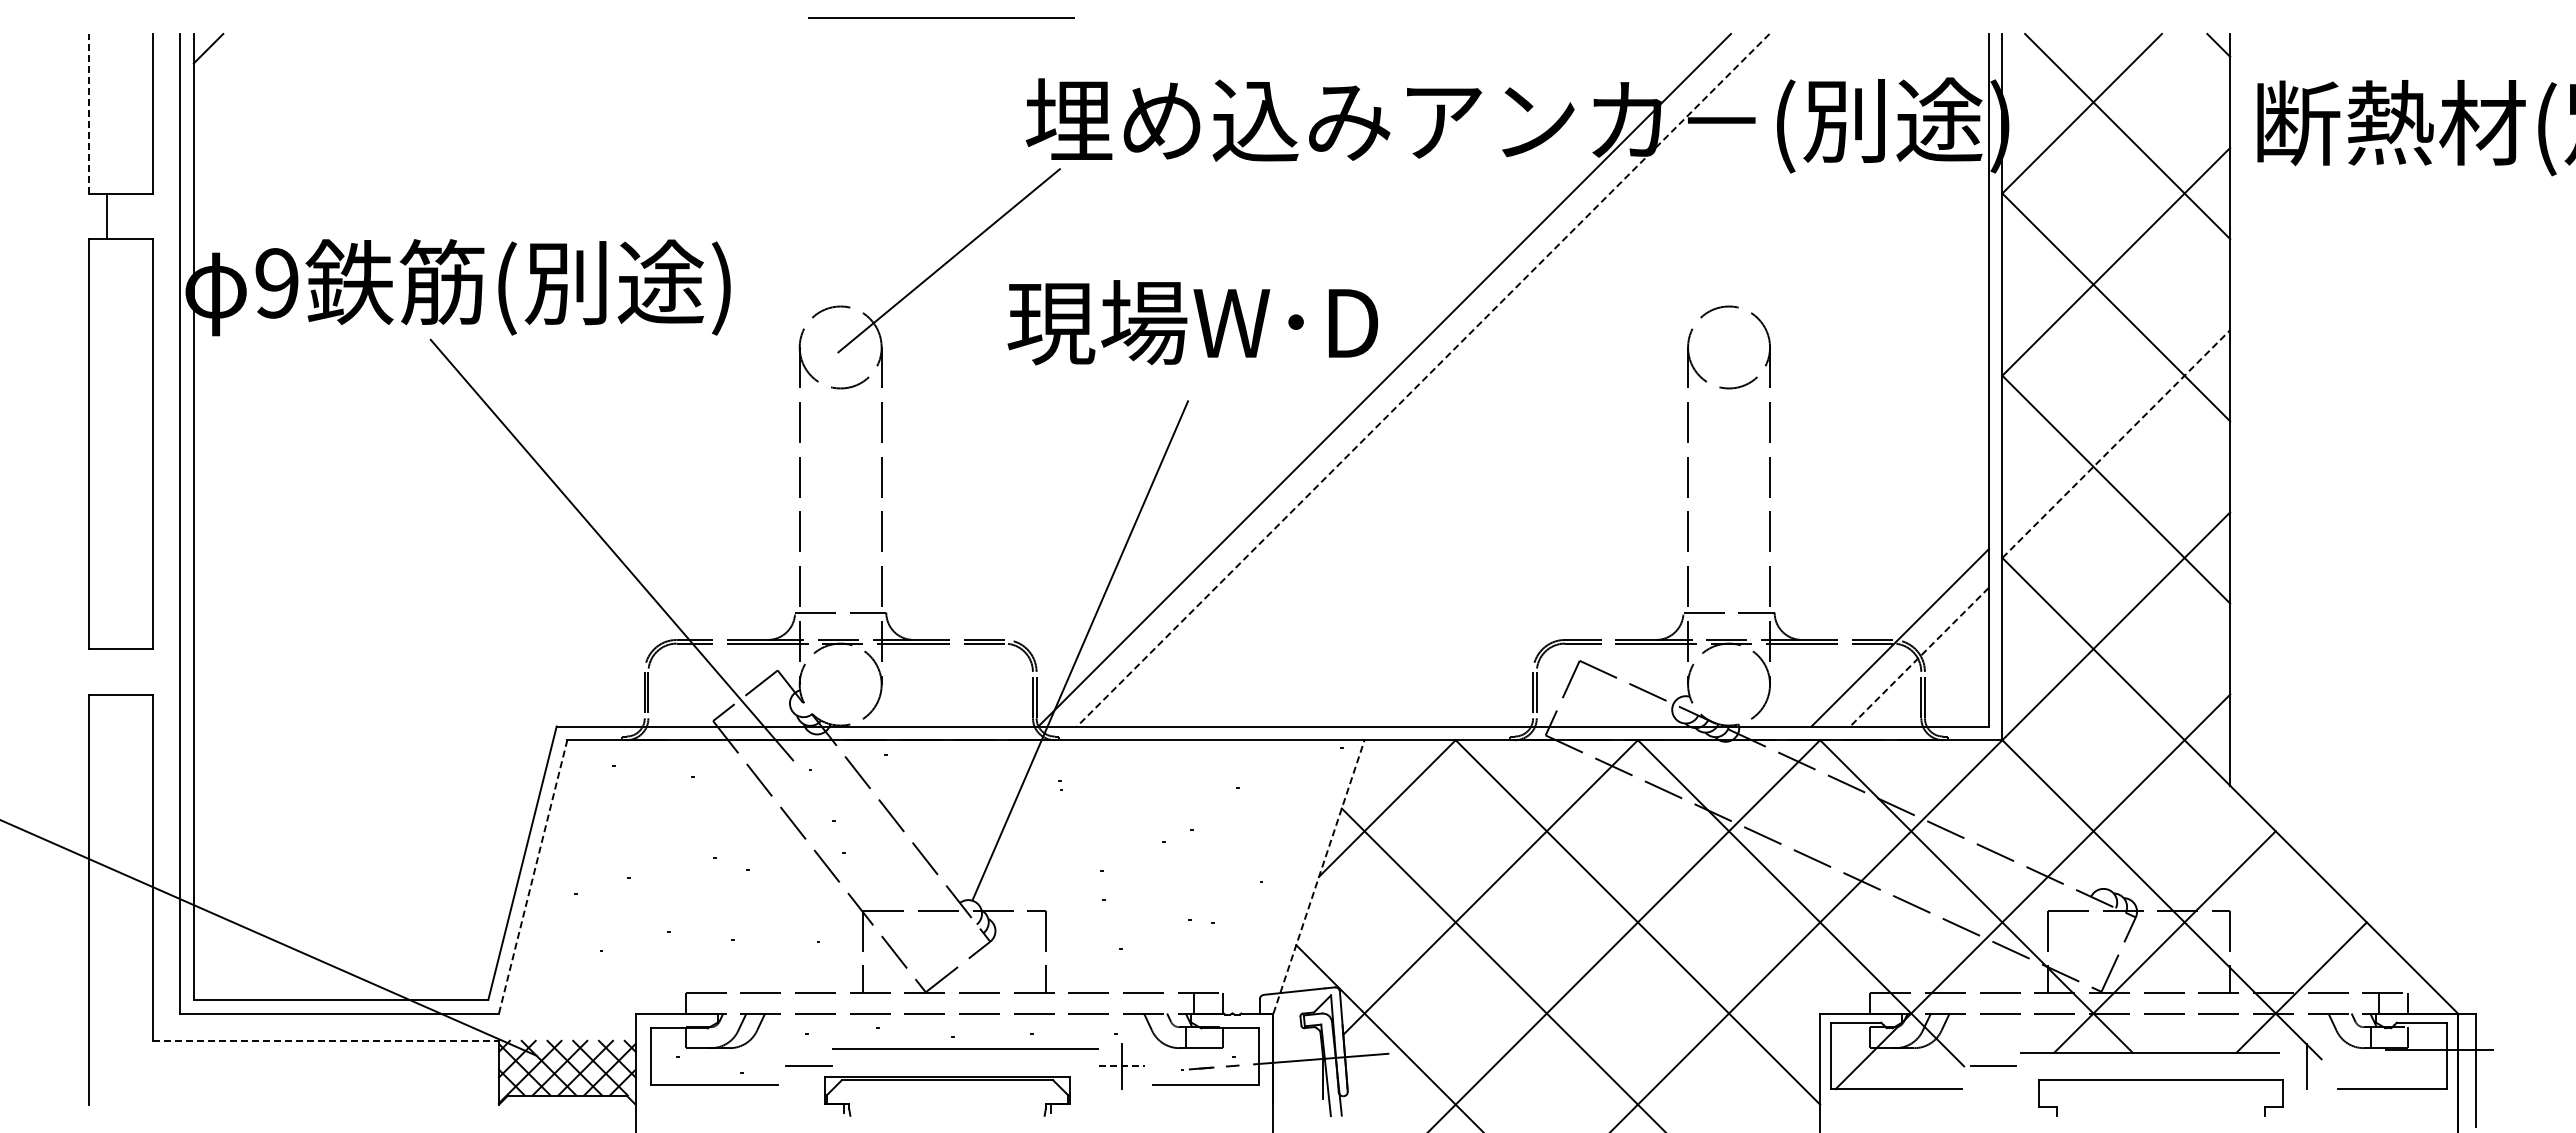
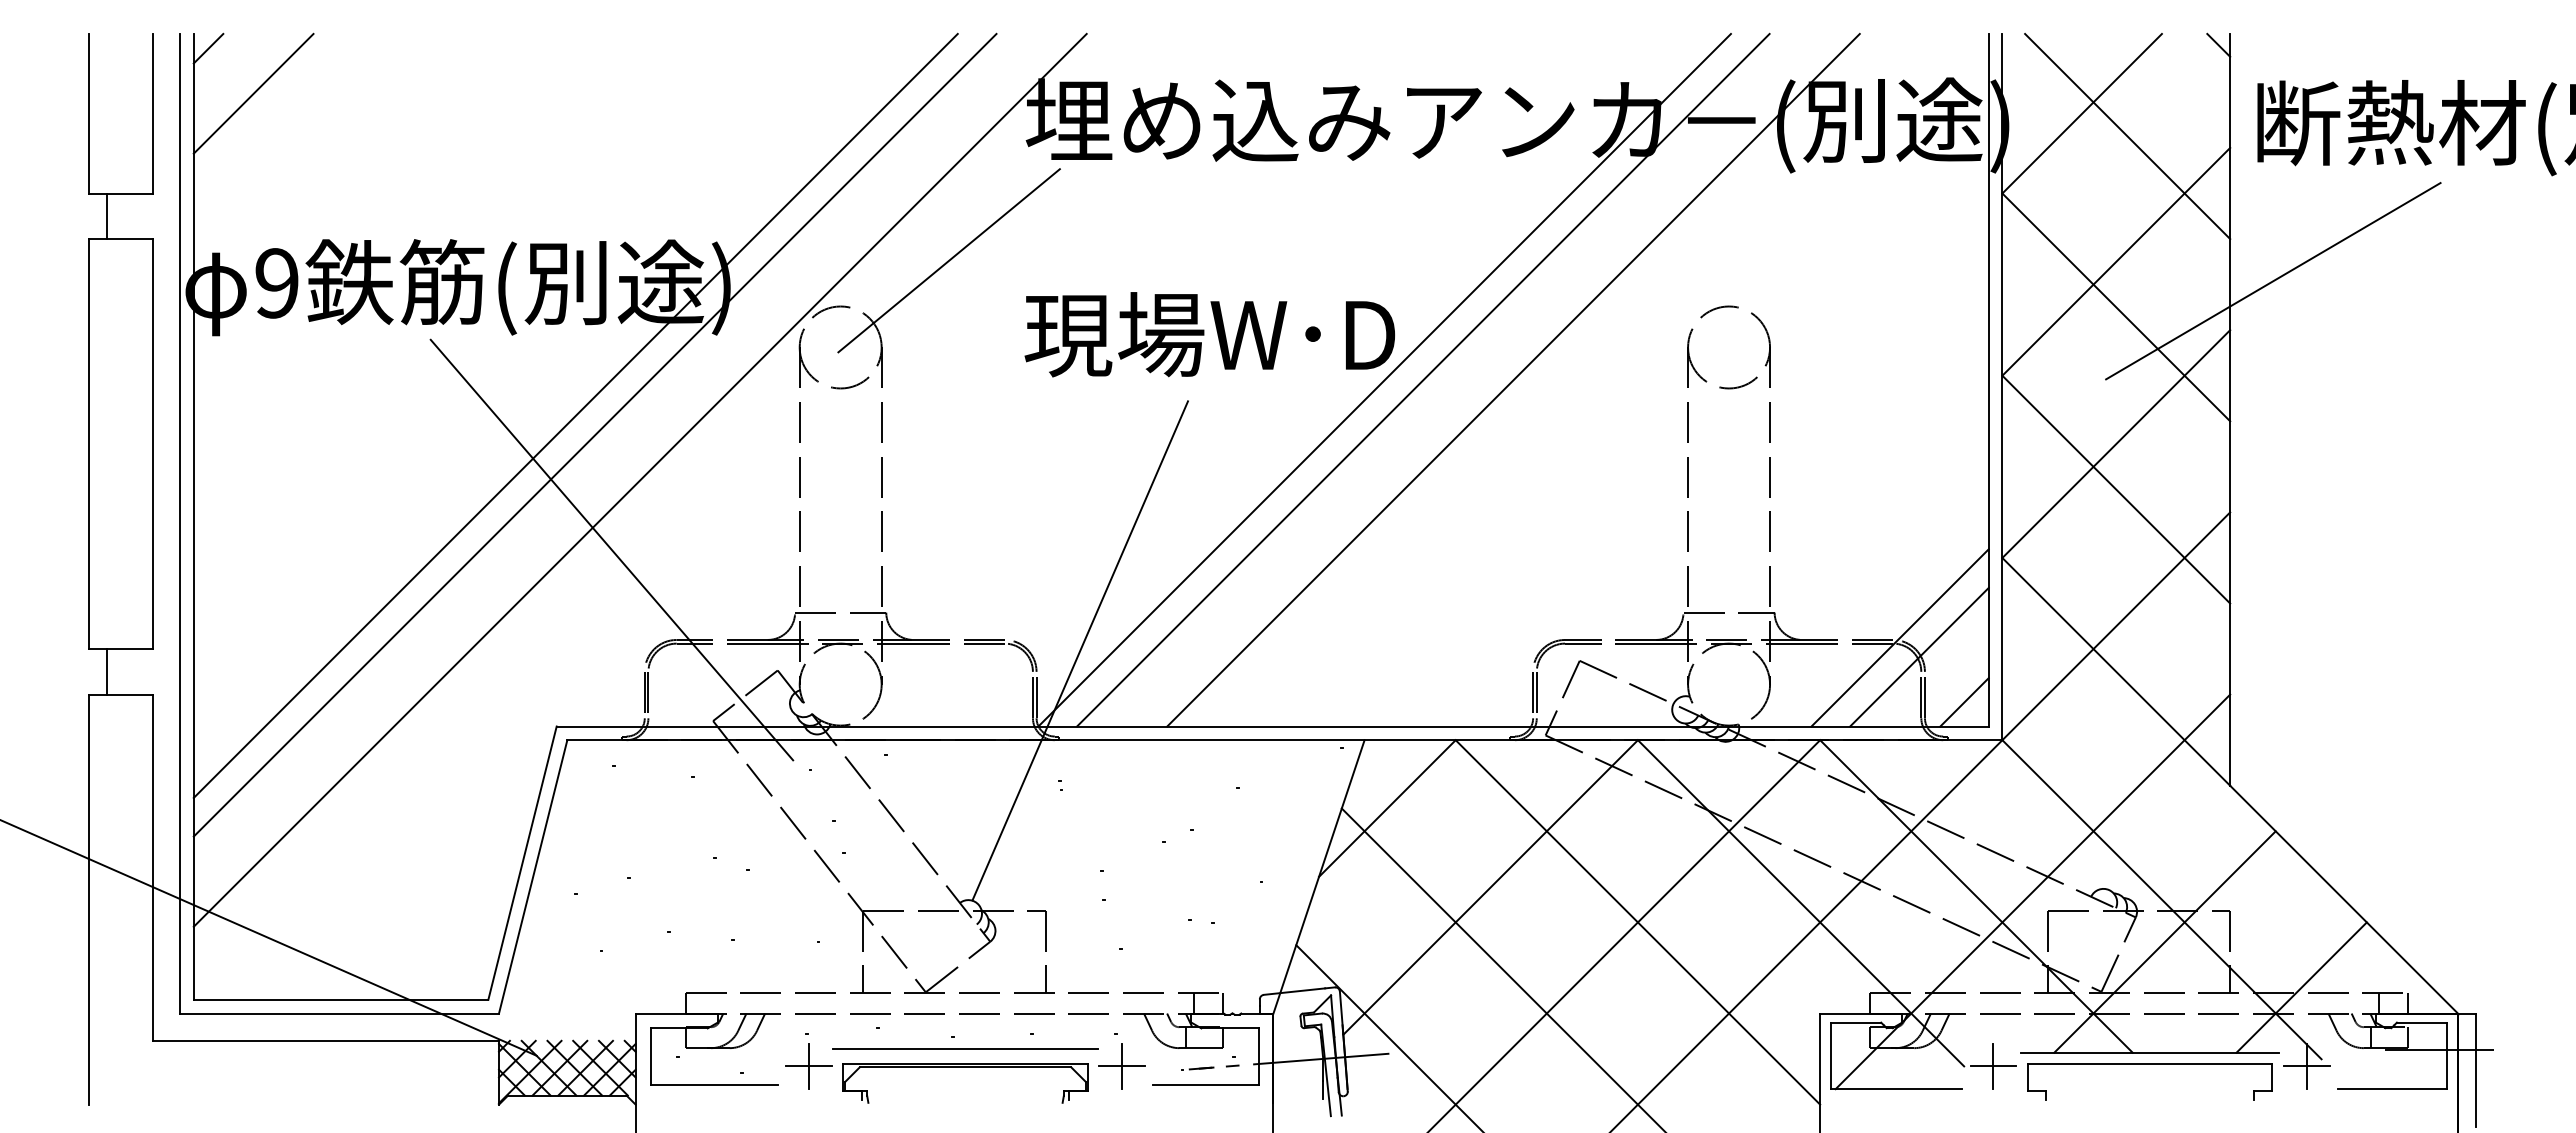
line at (941, 17): present -> none
line at (253, 93): none -> present
line at (89, 113): dashed -> solid
line at (2273, 281): none -> present
text at (1192, 322) position: (1192, 322) -> (1209, 334)
line at (1513, 379): none -> present
line at (1423, 380): dashed -> solid
line at (575, 415): none -> present
line at (594, 434): none -> present
line at (2116, 443): dashed -> solid
line at (639, 479): none -> present
line at (1919, 657): dashed -> solid
line at (107, 671): none -> present
line at (1964, 702): none -> present
line at (533, 876): dashed -> solid
line at (1319, 876): dashed -> solid
line at (326, 1040): dashed -> solid
line at (808, 1066): none -> present
line at (1122, 1066): dashed -> solid
line at (1993, 1066): none -> present
line at (2306, 1066): none -> present
part at (947, 1080) position: (947, 1080) -> (965, 1067)
part at (2160, 1080) position: (2160, 1080) -> (2149, 1064)
